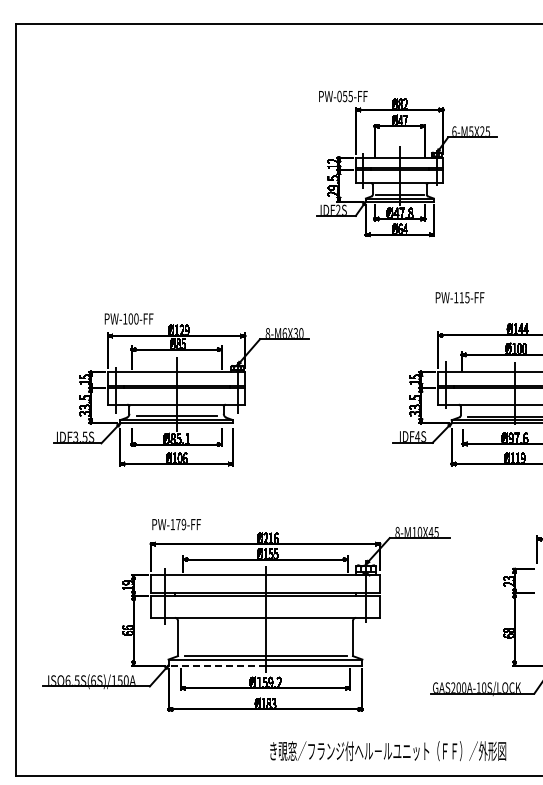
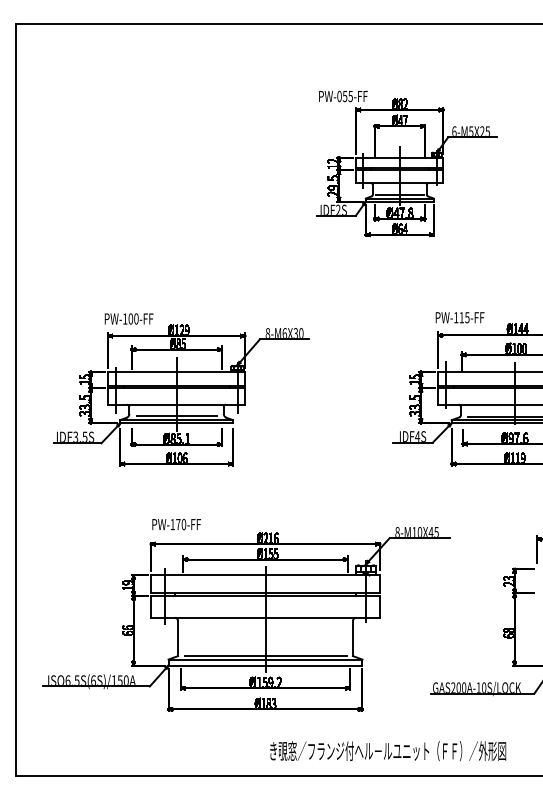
text at (459, 297) position: (459, 297) -> (459, 317)
text at (183, 524): PW-179-FF -> PW-170-FF
line at (216, 665): dashed -> solid
